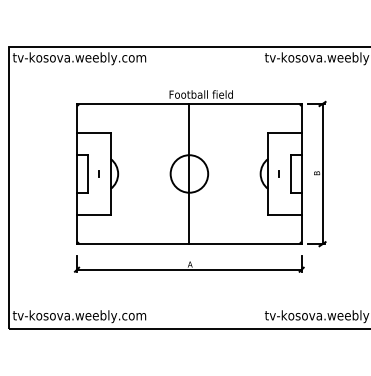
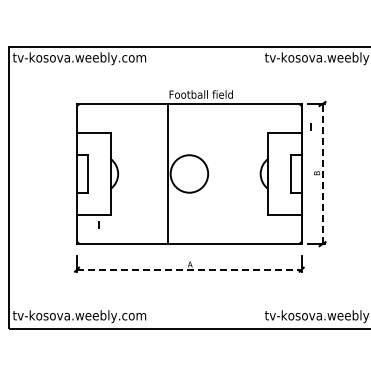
line at (98, 173) position: (98, 173) -> (98, 224)
line at (189, 173) position: (189, 173) -> (168, 173)
line at (278, 173) position: (278, 173) -> (310, 126)
line at (322, 173): solid -> dashed
line at (189, 269): solid -> dashed
